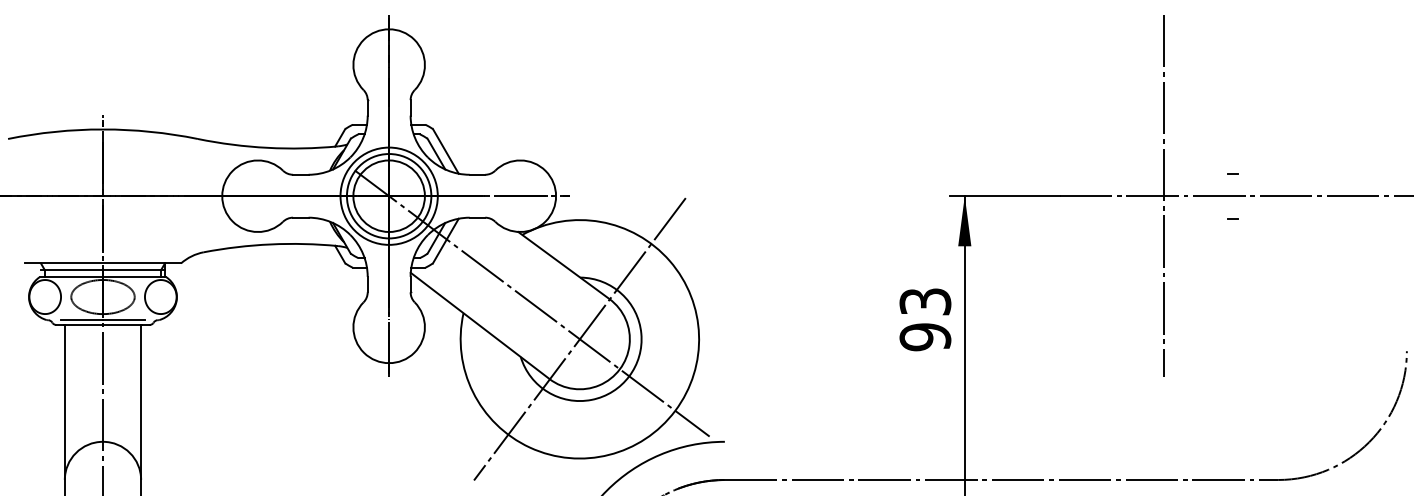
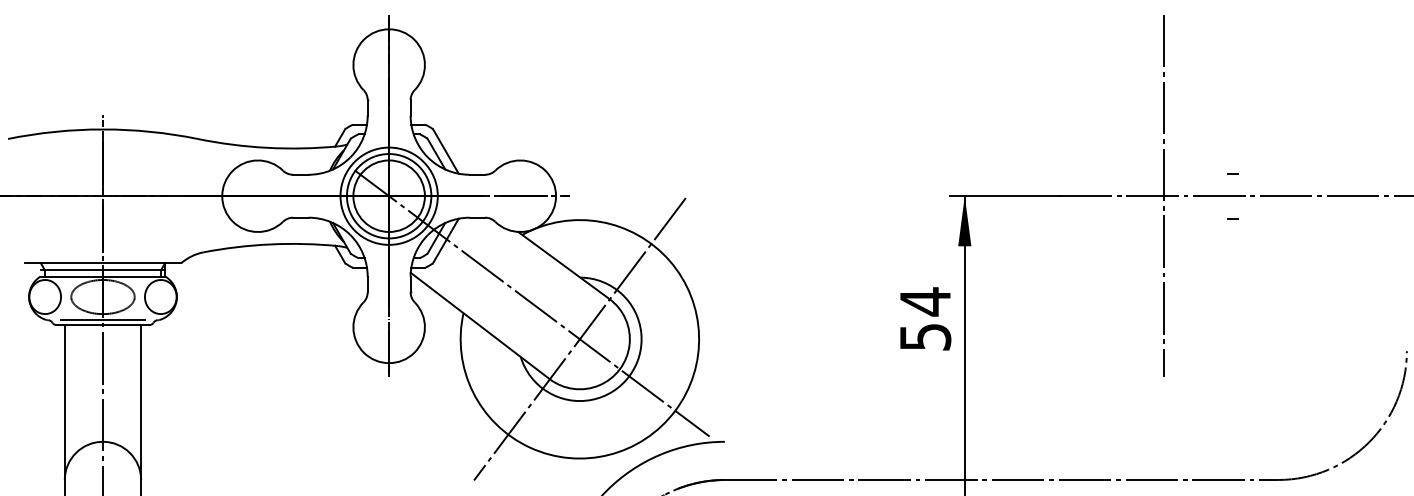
text at (925, 319): 93 -> 54
